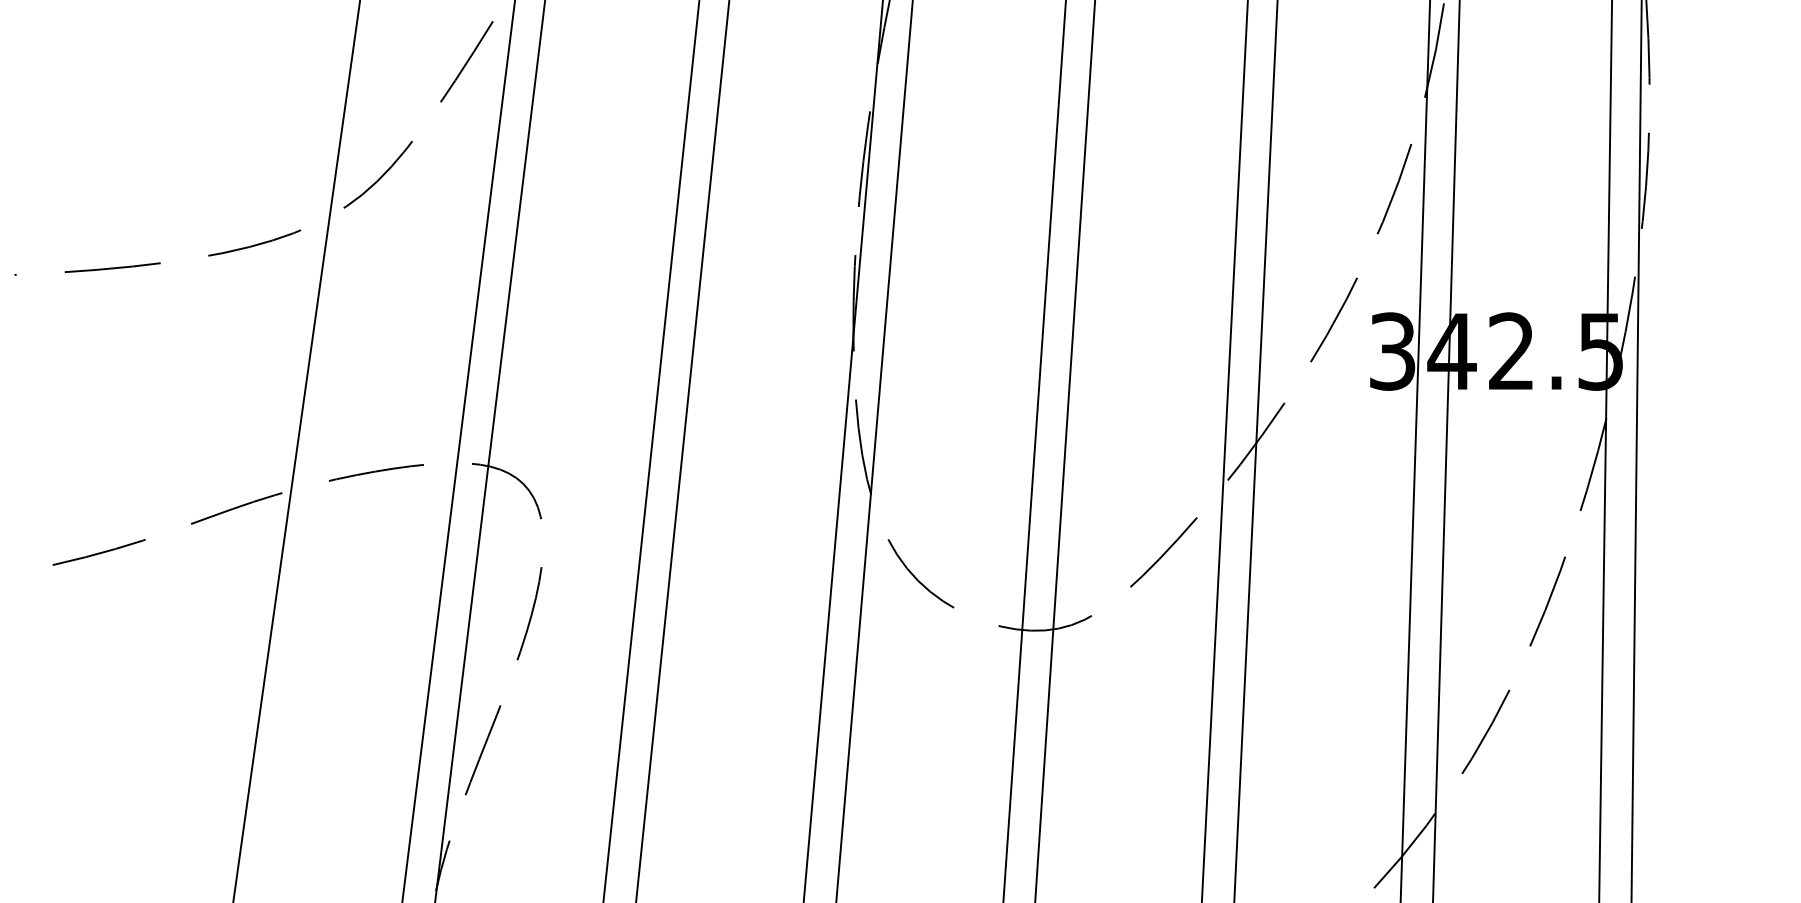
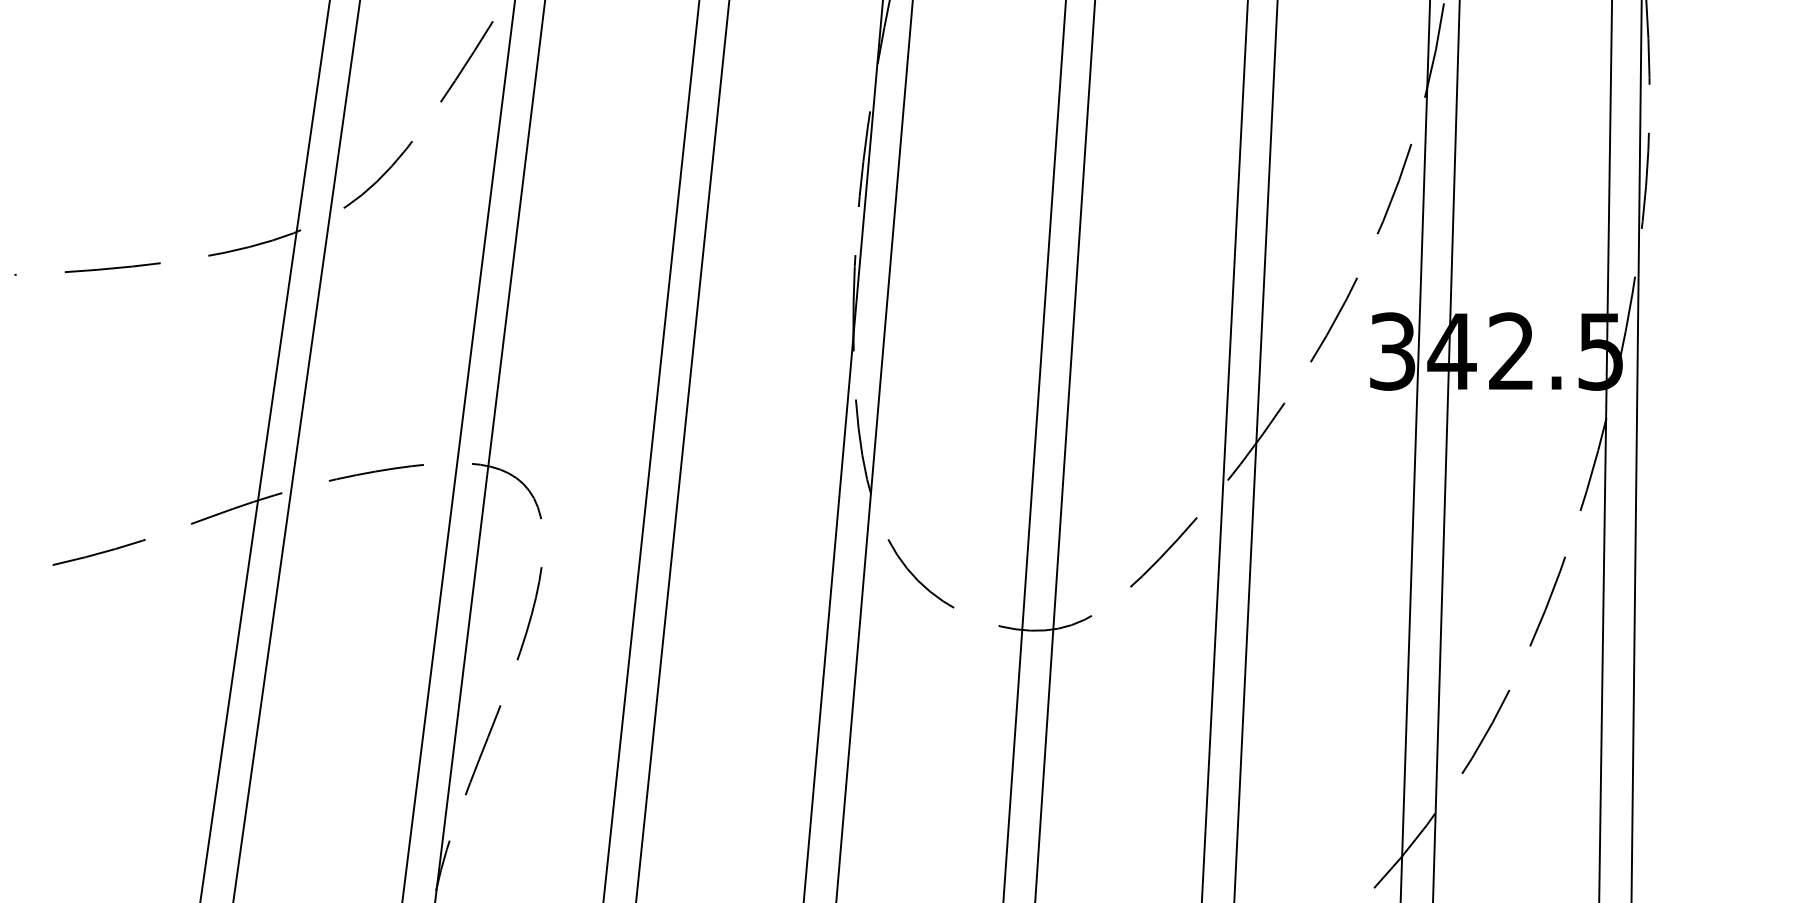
line at (264, 450): none -> present
